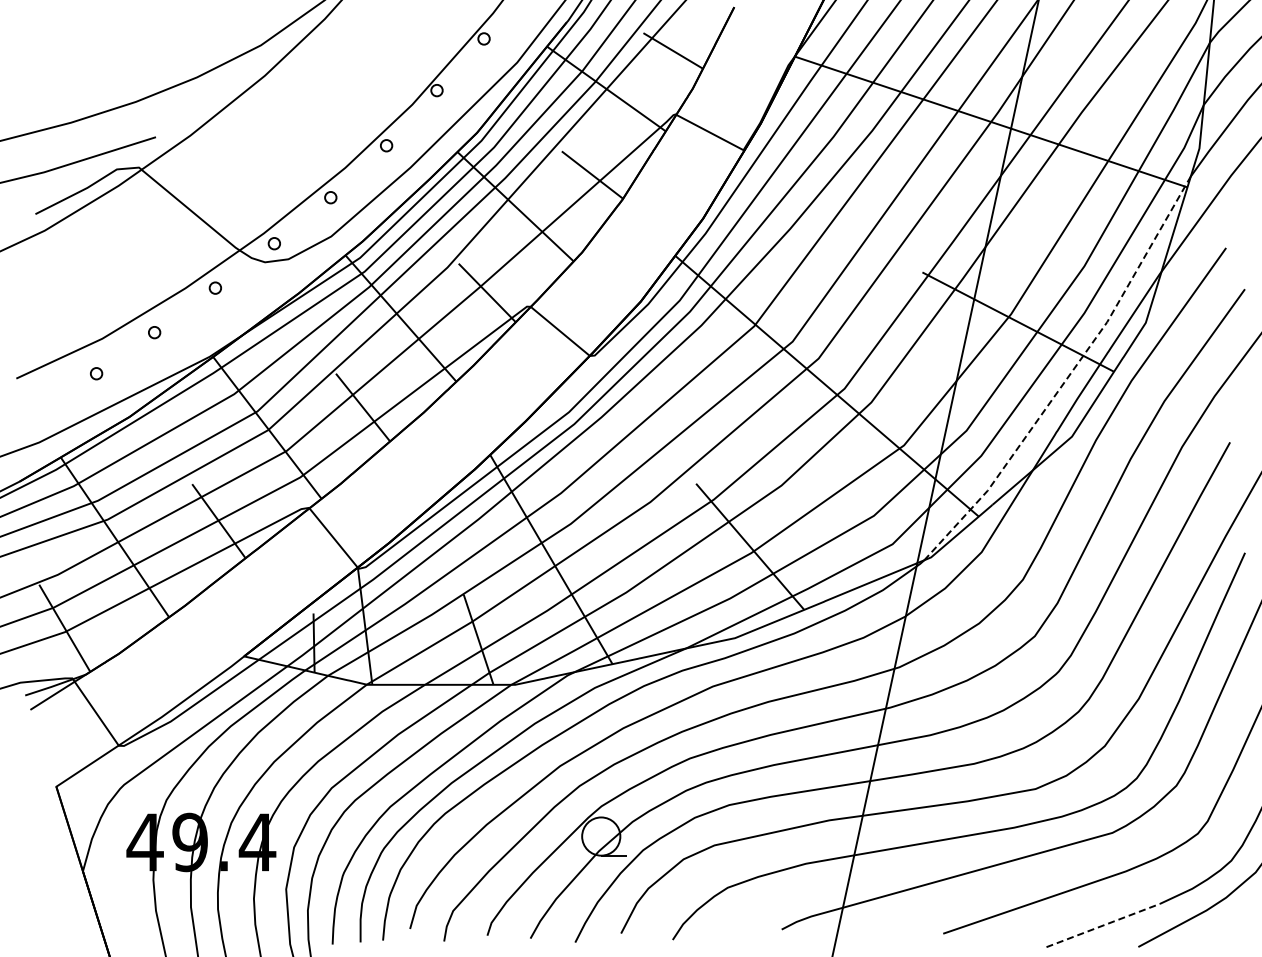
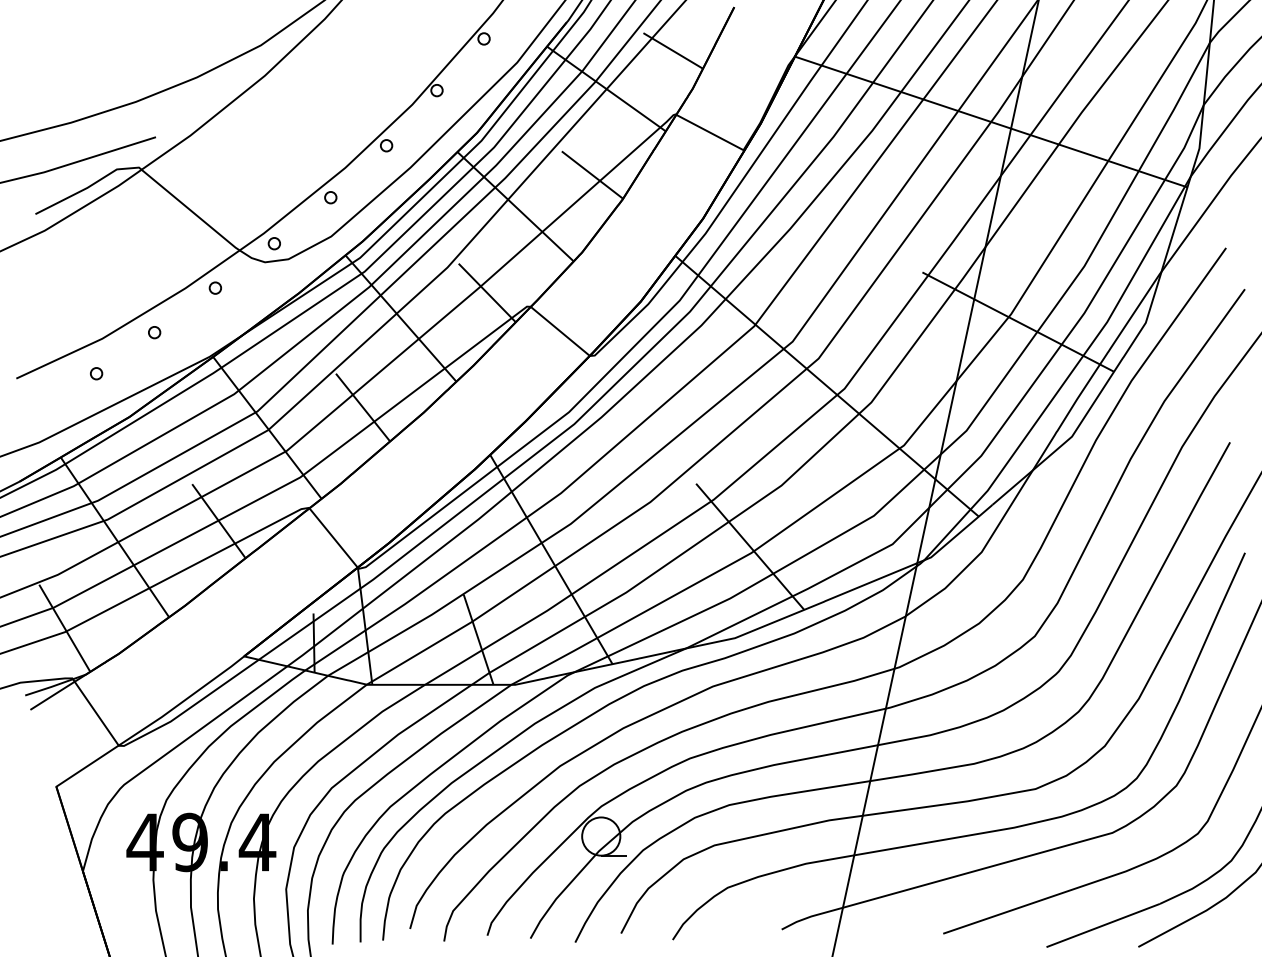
line at (1068, 376): dashed -> solid
line at (1103, 925): dashed -> solid
